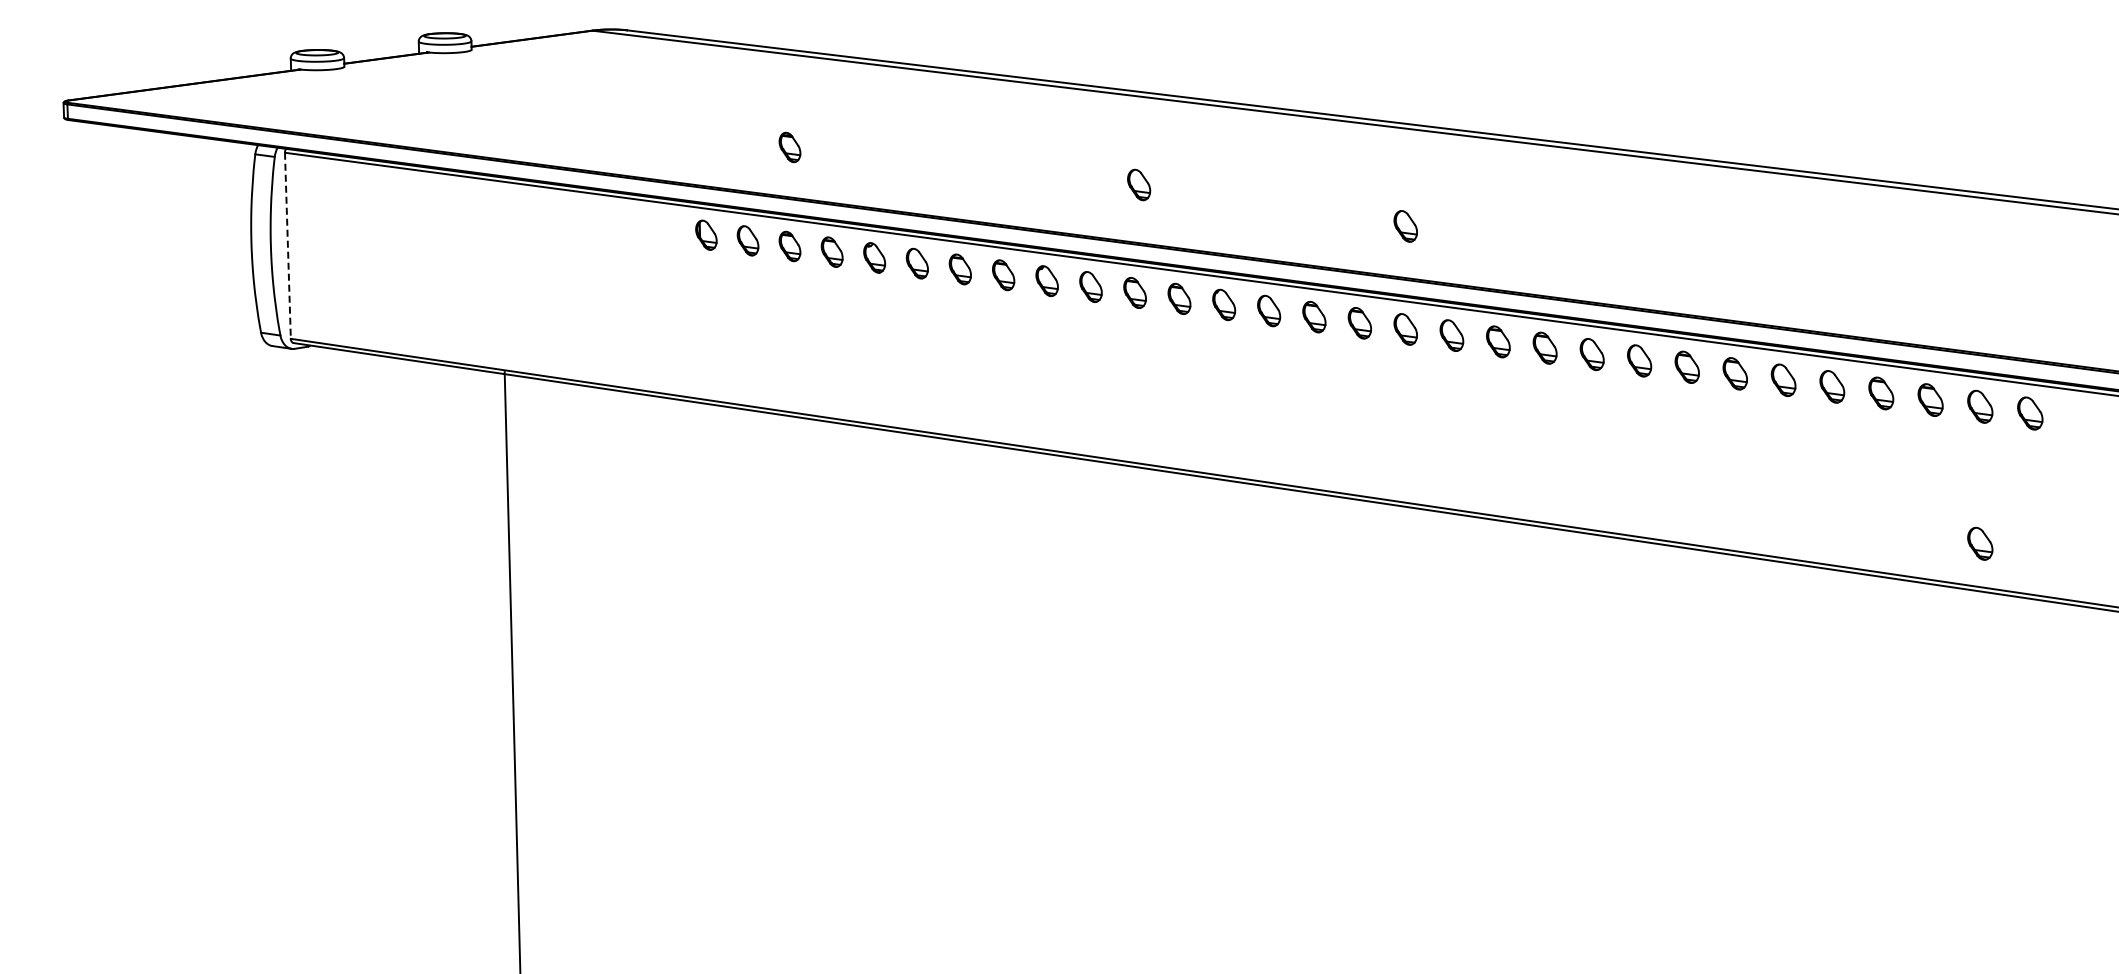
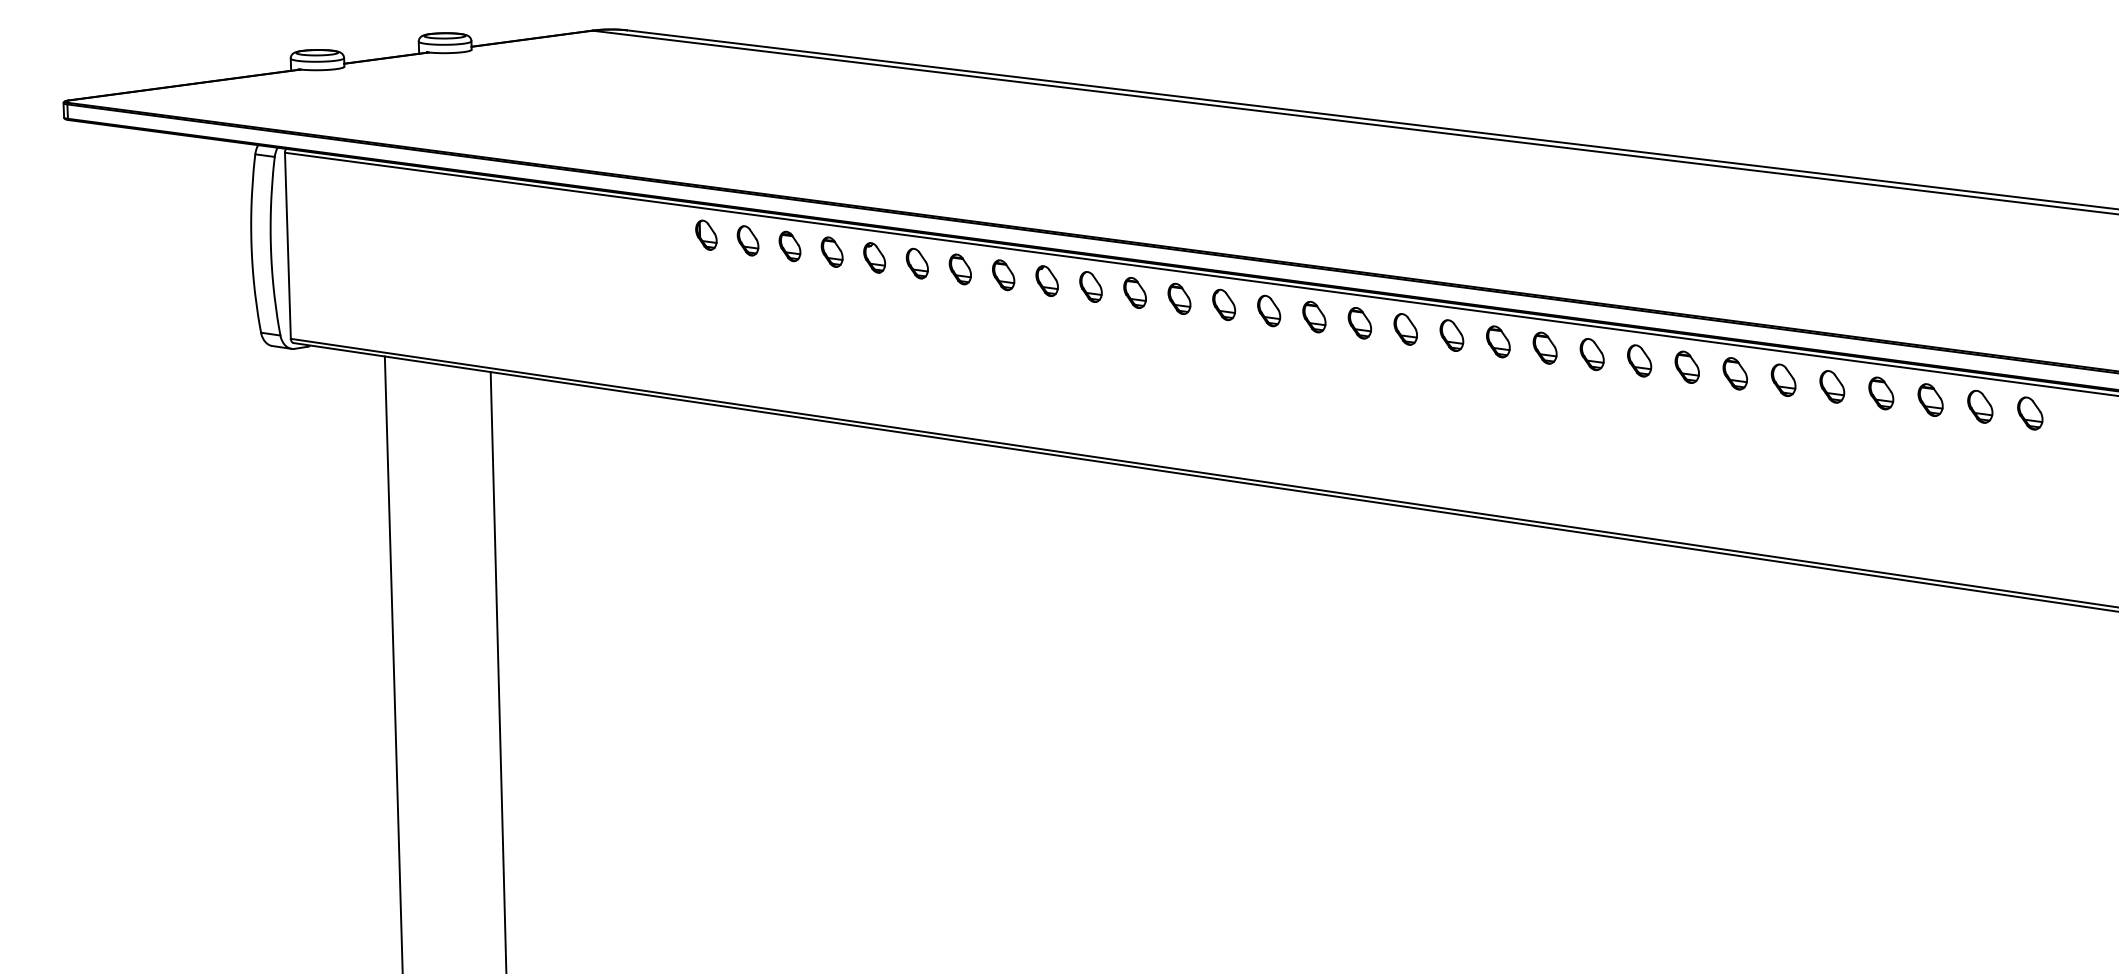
part at (789, 147): present -> none
part at (1139, 184): present -> none
part at (1405, 226): present -> none
line at (287, 246): dashed -> solid
part at (1980, 543): present -> none
line at (393, 663): none -> present
line at (512, 671) position: (512, 671) -> (498, 671)
